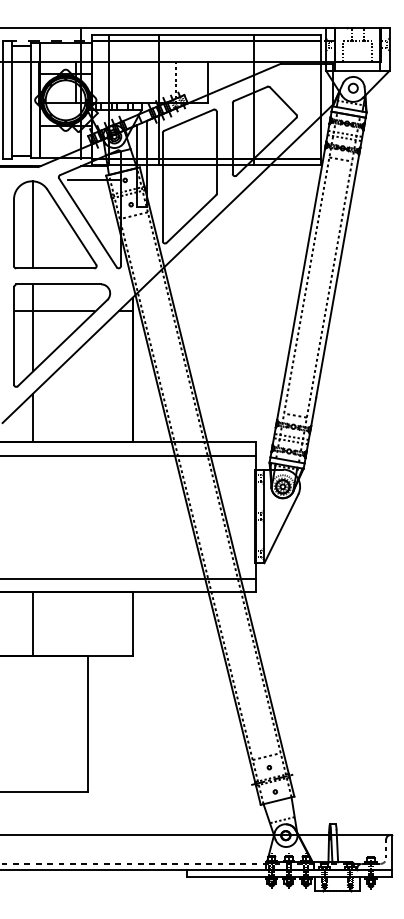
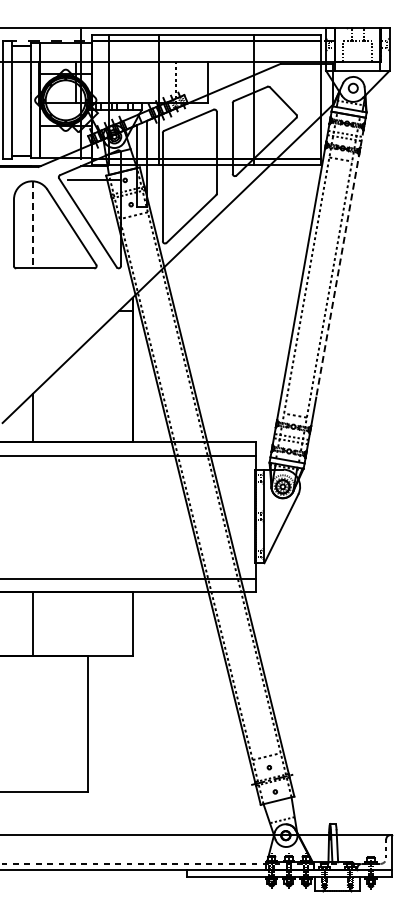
line at (32, 225): solid -> dashed
line at (340, 258): solid -> dashed
part at (62, 335): present -> none
